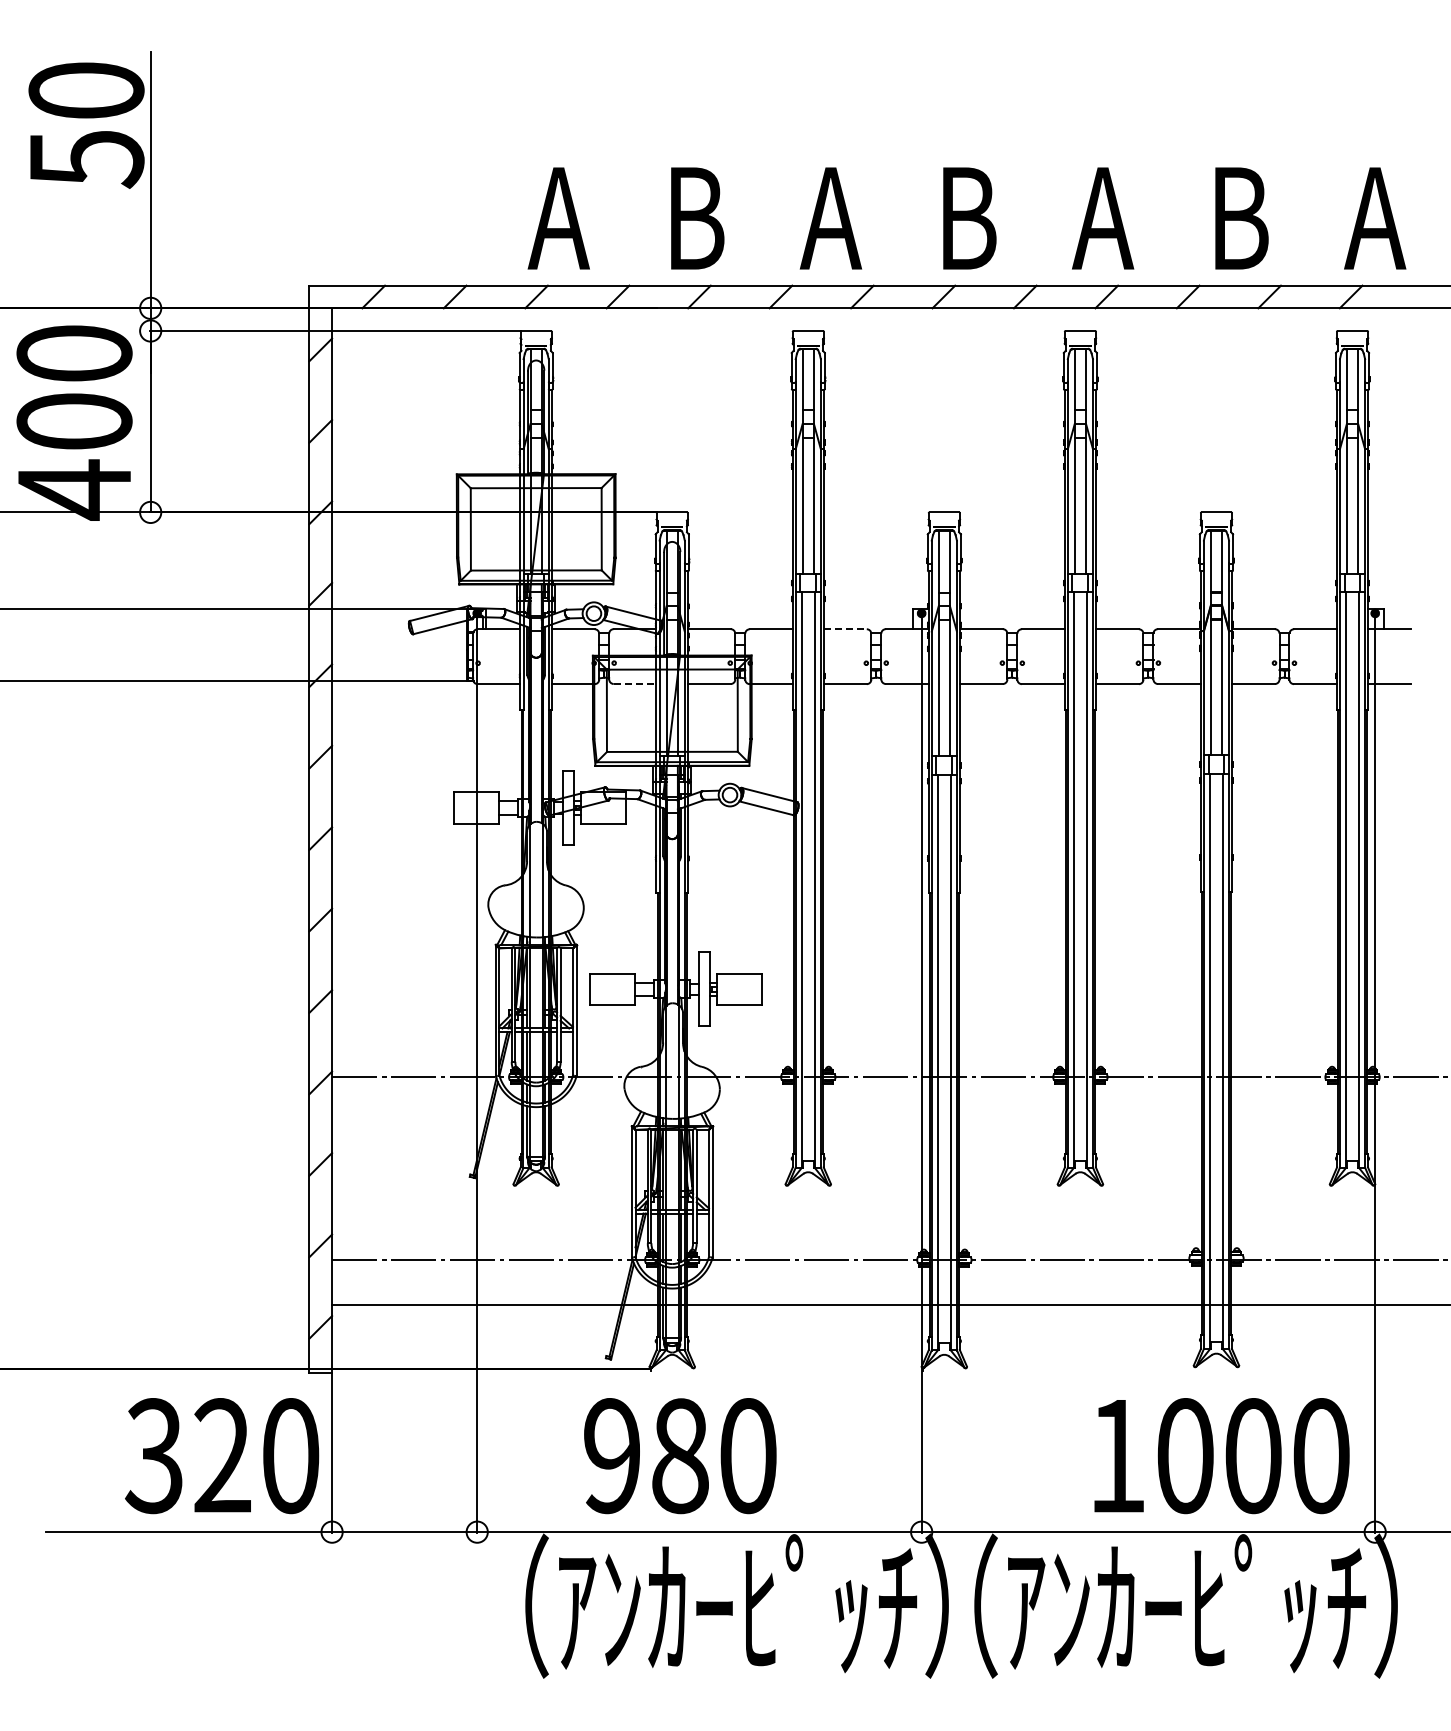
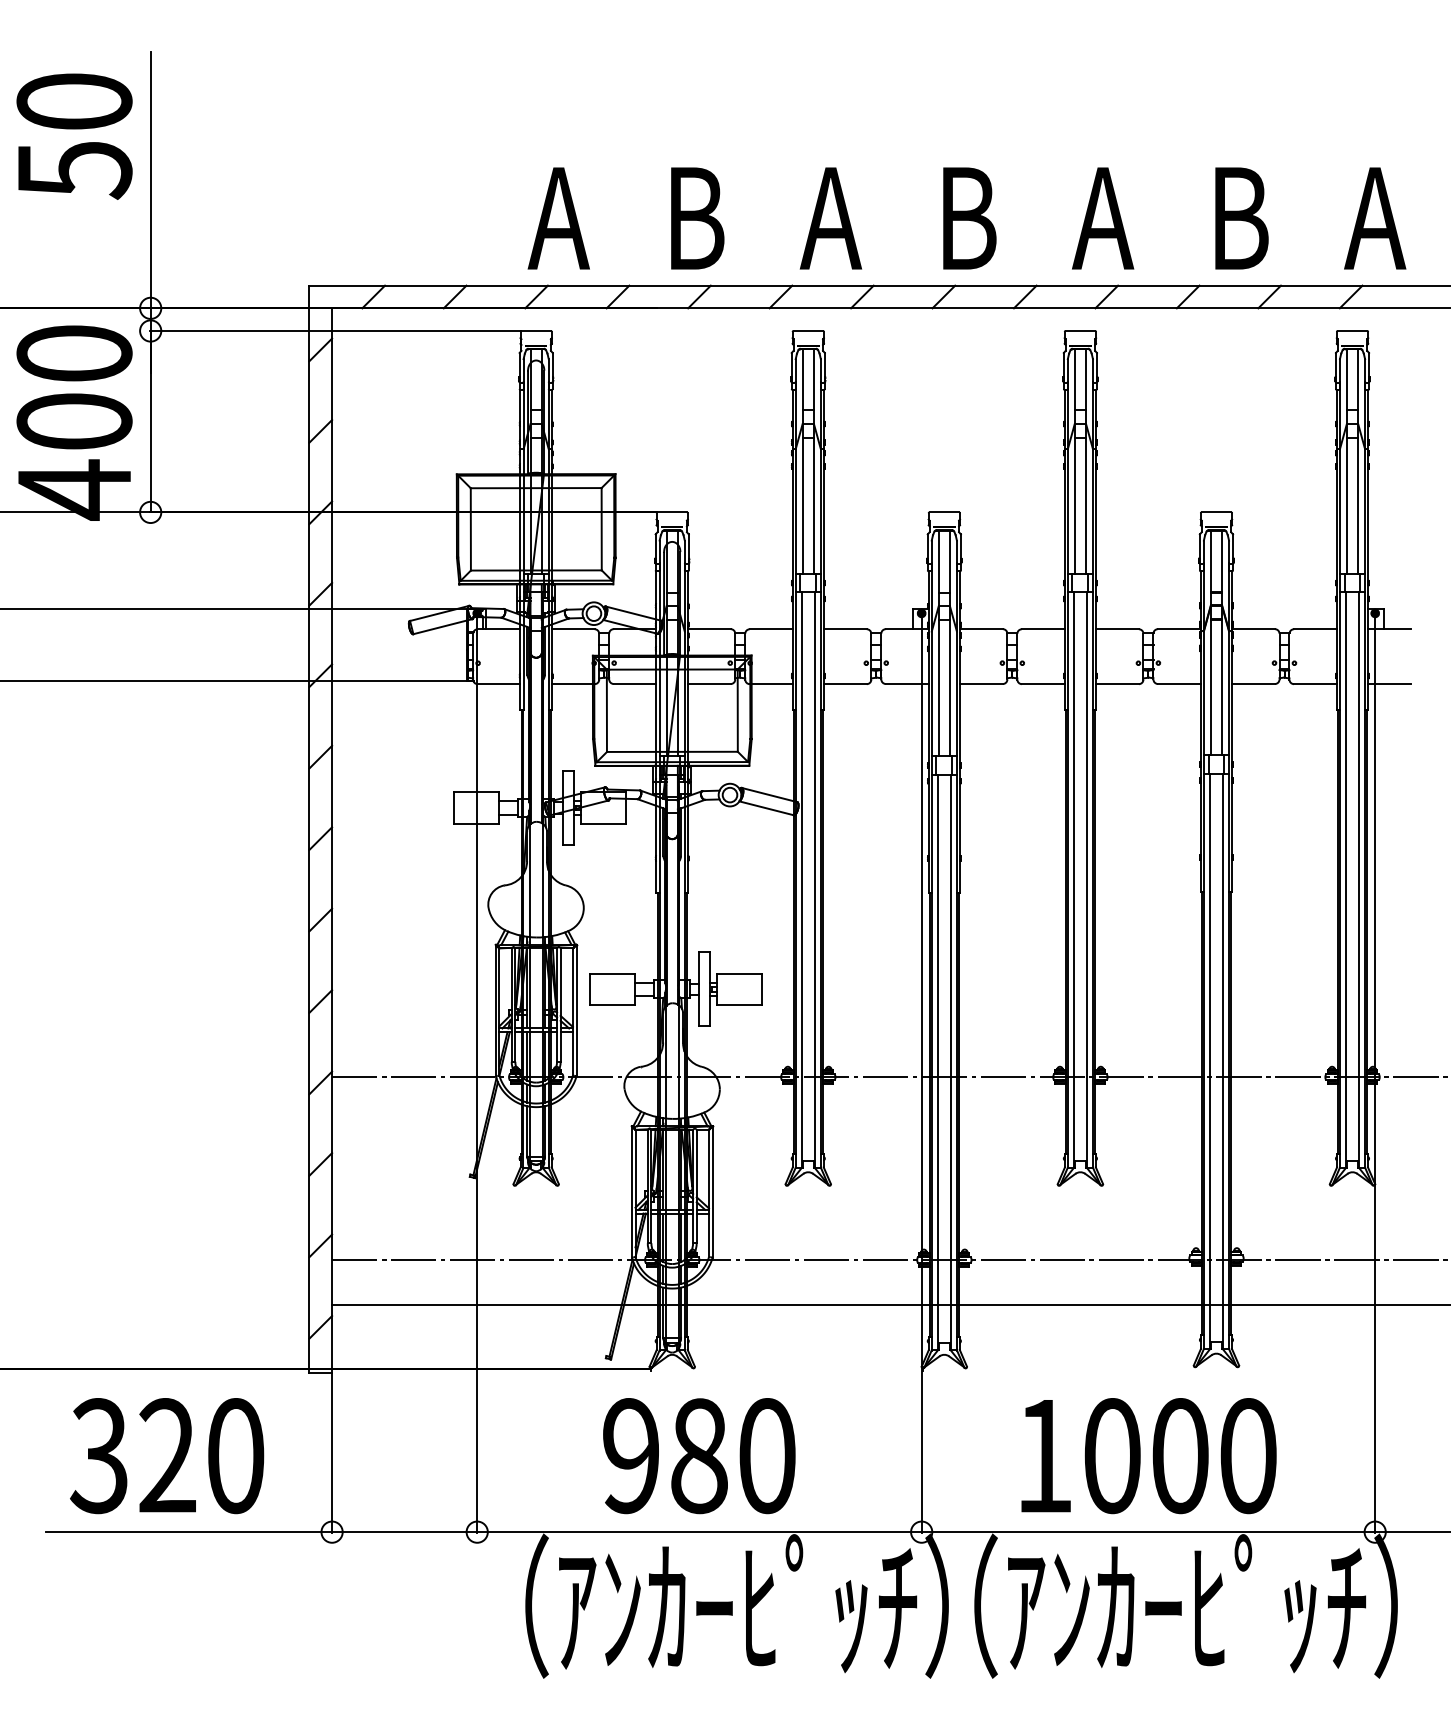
text at (86, 125) position: (86, 125) -> (74, 136)
line at (845, 629): dashed -> solid
line at (635, 684): dashed -> solid
text at (222, 1456) position: (222, 1456) -> (167, 1456)
text at (680, 1456) position: (680, 1456) -> (699, 1456)
text at (1221, 1456) position: (1221, 1456) -> (1148, 1456)
